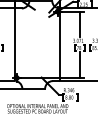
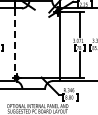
line at (14, 42): solid -> dashed
